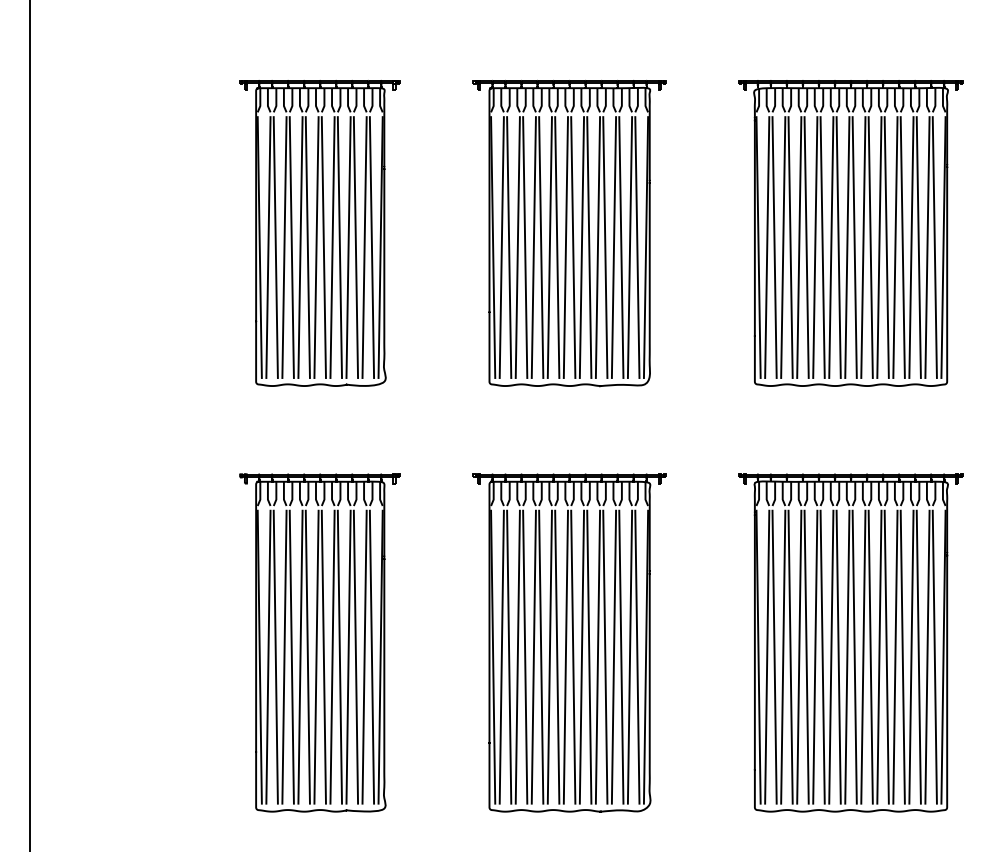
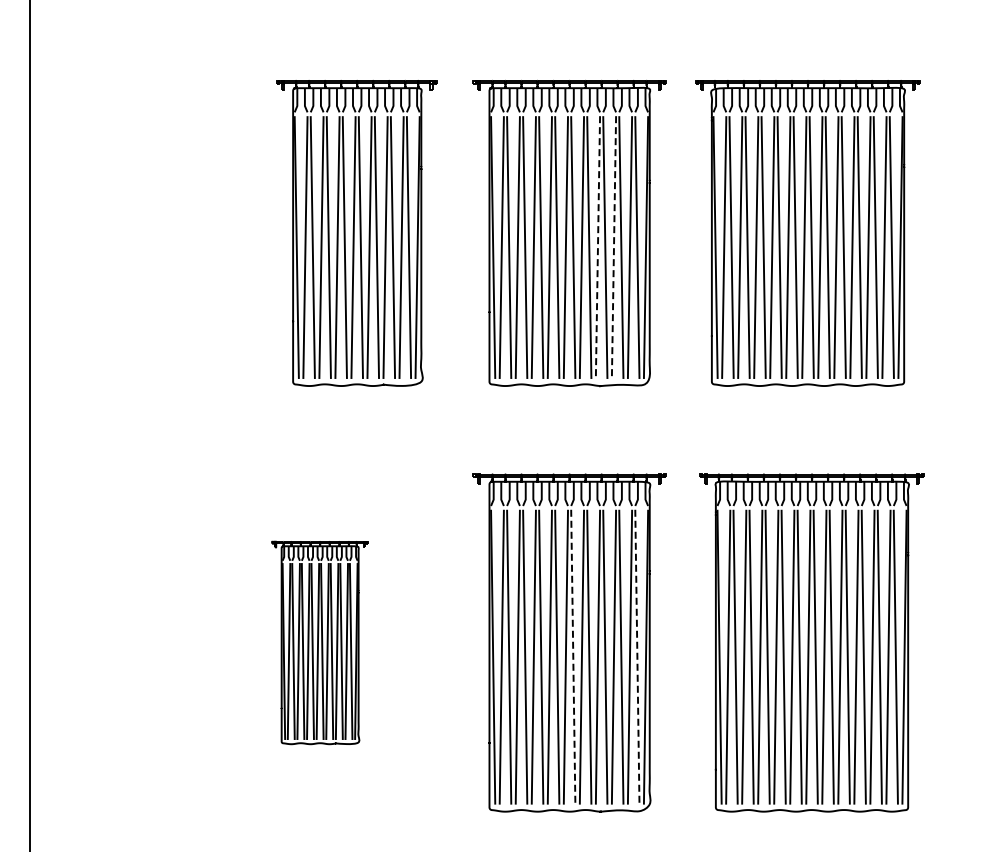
part at (319, 233) position: (319, 233) -> (356, 233)
part at (850, 233) position: (850, 233) -> (807, 233)
line at (597, 248): solid -> dashed
line at (613, 248): solid -> dashed
part at (319, 642) size: 162x340 px -> 98x206 px
part at (850, 642) position: (850, 642) -> (811, 642)
line at (573, 657): solid -> dashed
line at (637, 657): solid -> dashed
